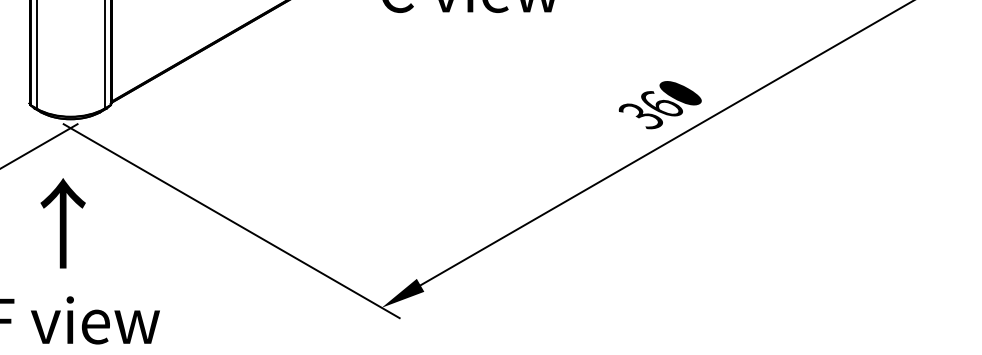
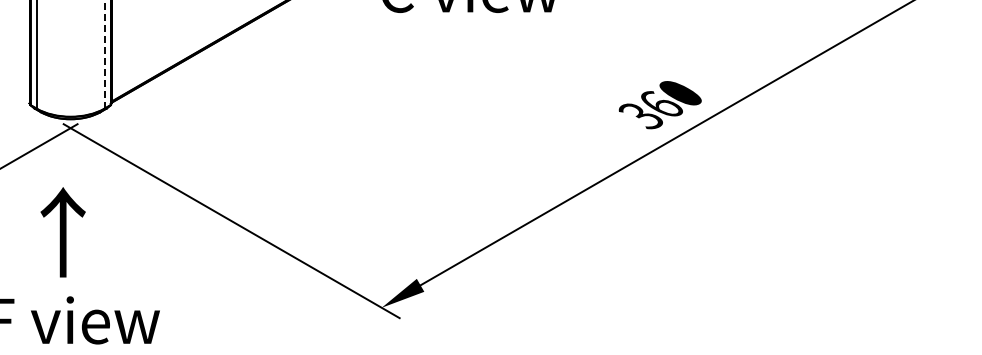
line at (104, 54): solid -> dashed
text at (62, 223) position: (62, 223) -> (62, 232)
